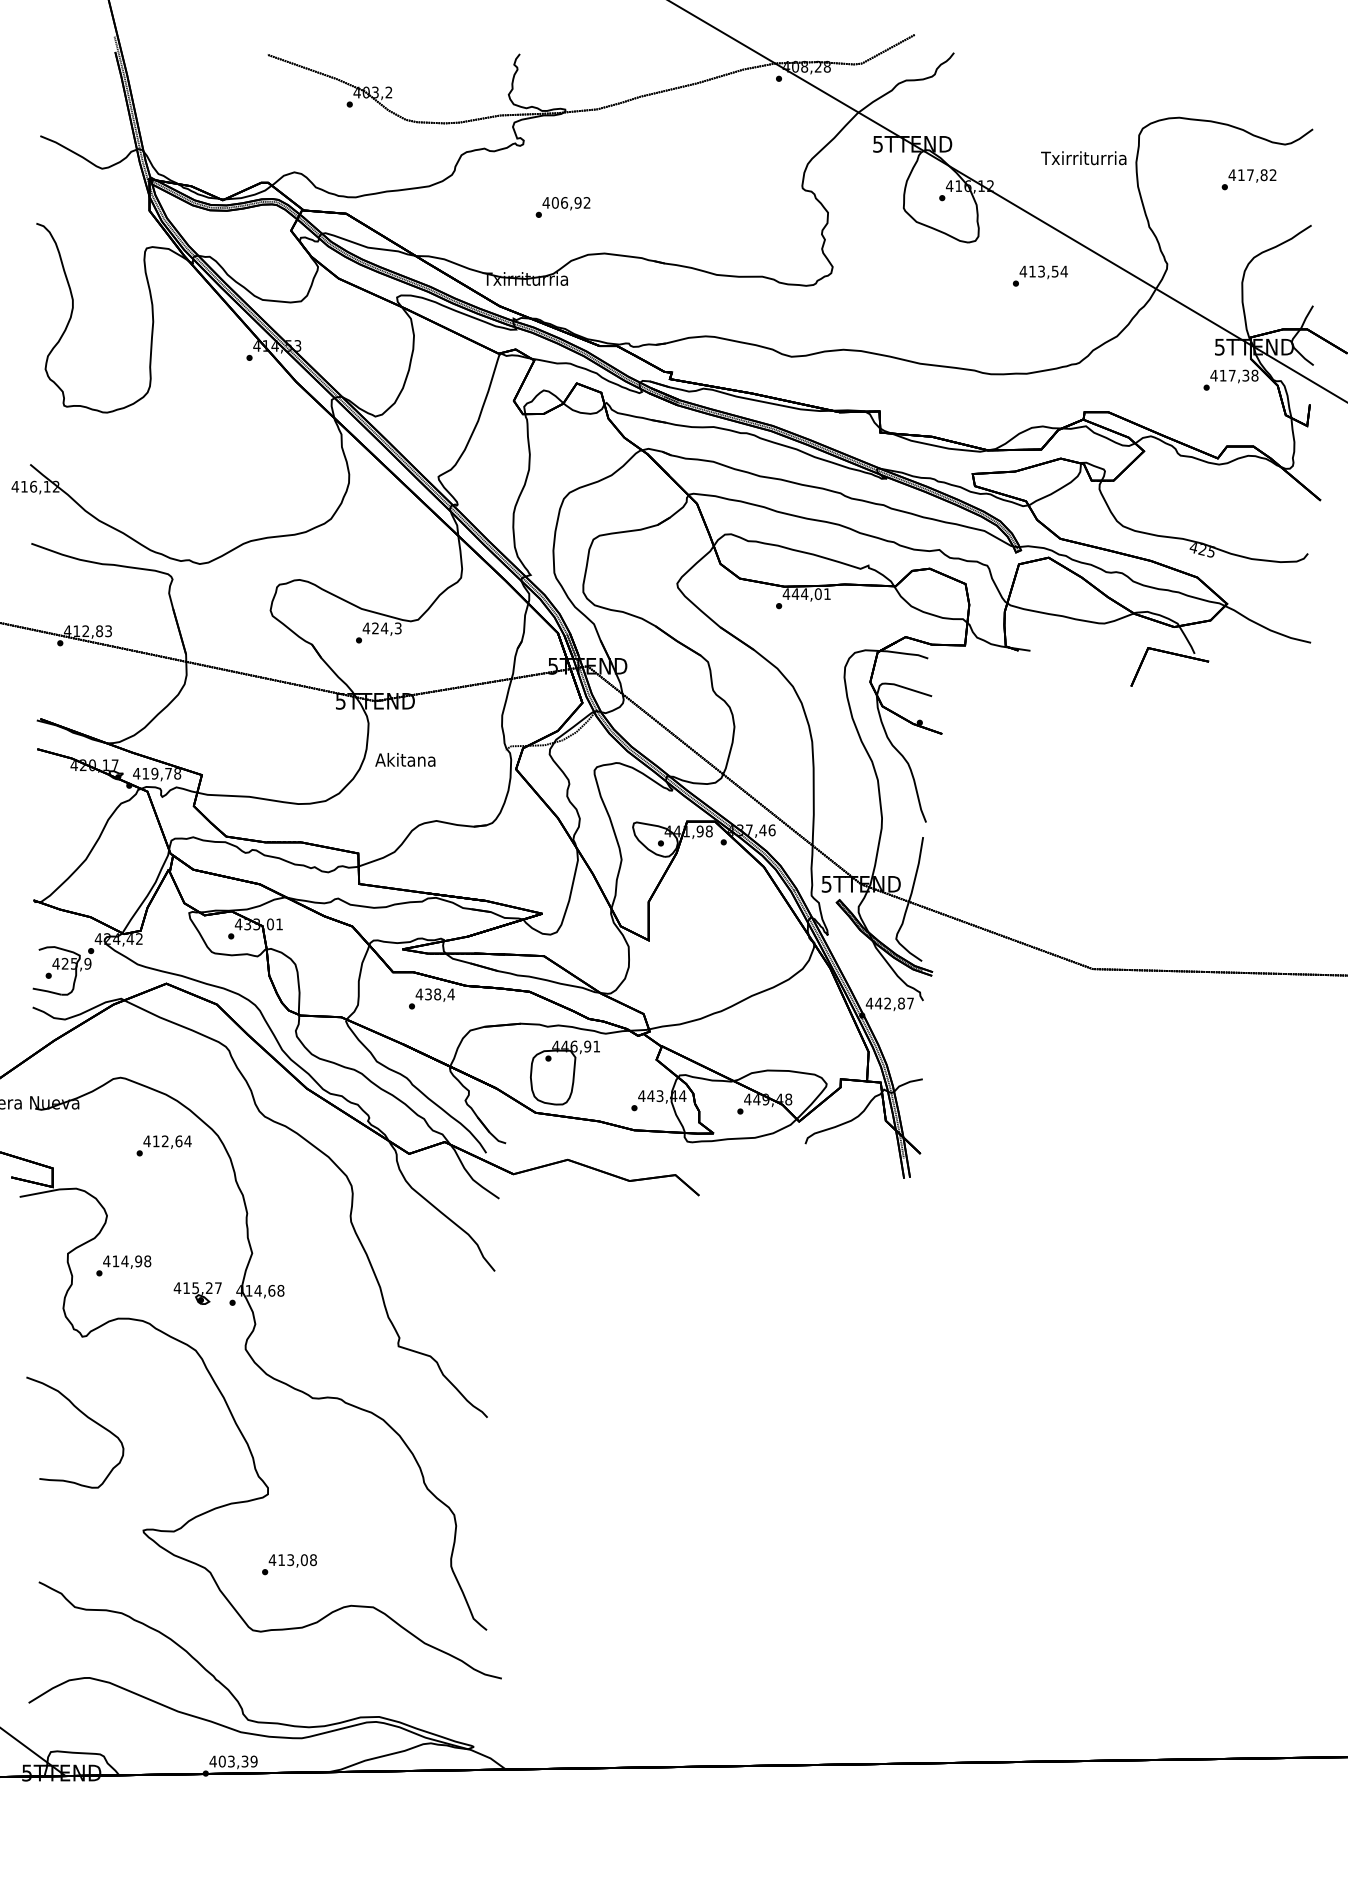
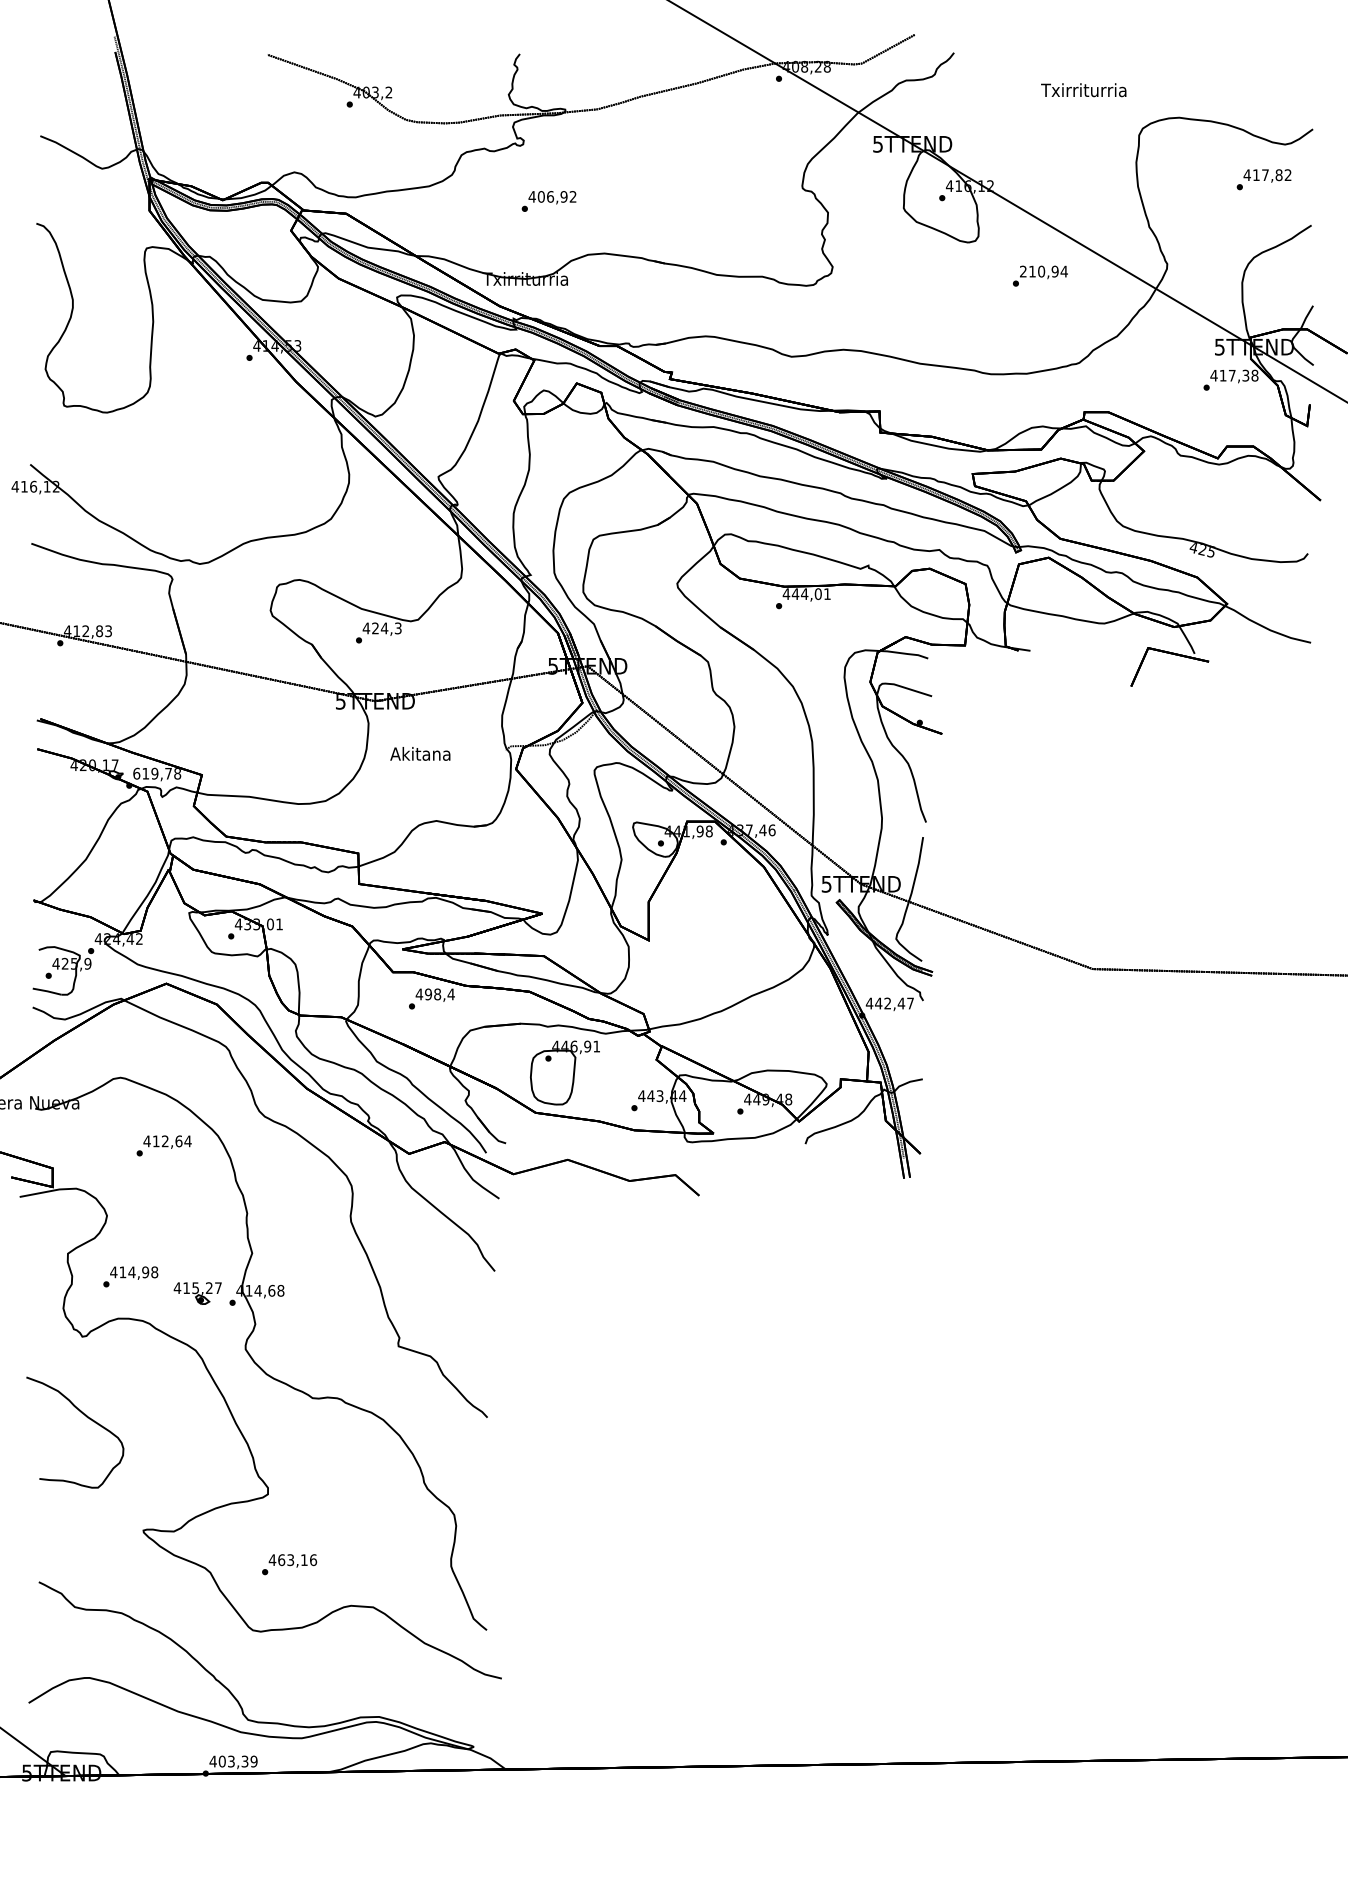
text at (1083, 158) position: (1083, 158) -> (1083, 90)
text at (1248, 179) position: (1248, 179) -> (1263, 179)
text at (562, 207) position: (562, 207) -> (548, 201)
text at (1038, 271): 413,54 -> 210,94
text at (405, 759) position: (405, 759) -> (420, 753)
text at (136, 773): 419,78 -> 619,78
text at (428, 994): 438,4 -> 498,4
text at (901, 1003): 442,87 -> 442,47
text at (123, 1265) position: (123, 1265) -> (130, 1276)
text at (297, 1560): 413,08 -> 463,16
